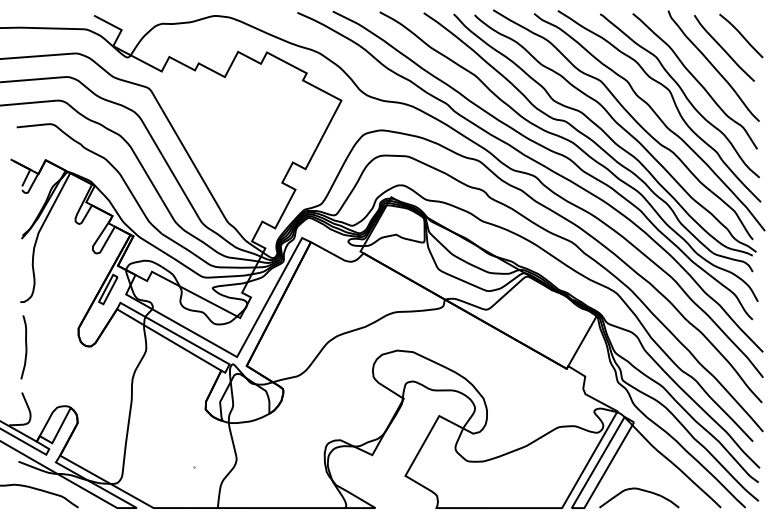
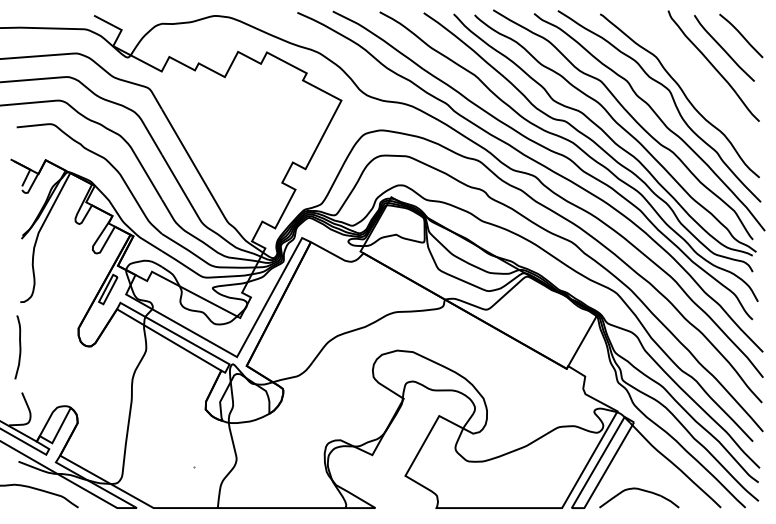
curve at (695, 80): present -> none
curve at (25, 347) position: (25, 347) -> (19, 347)
